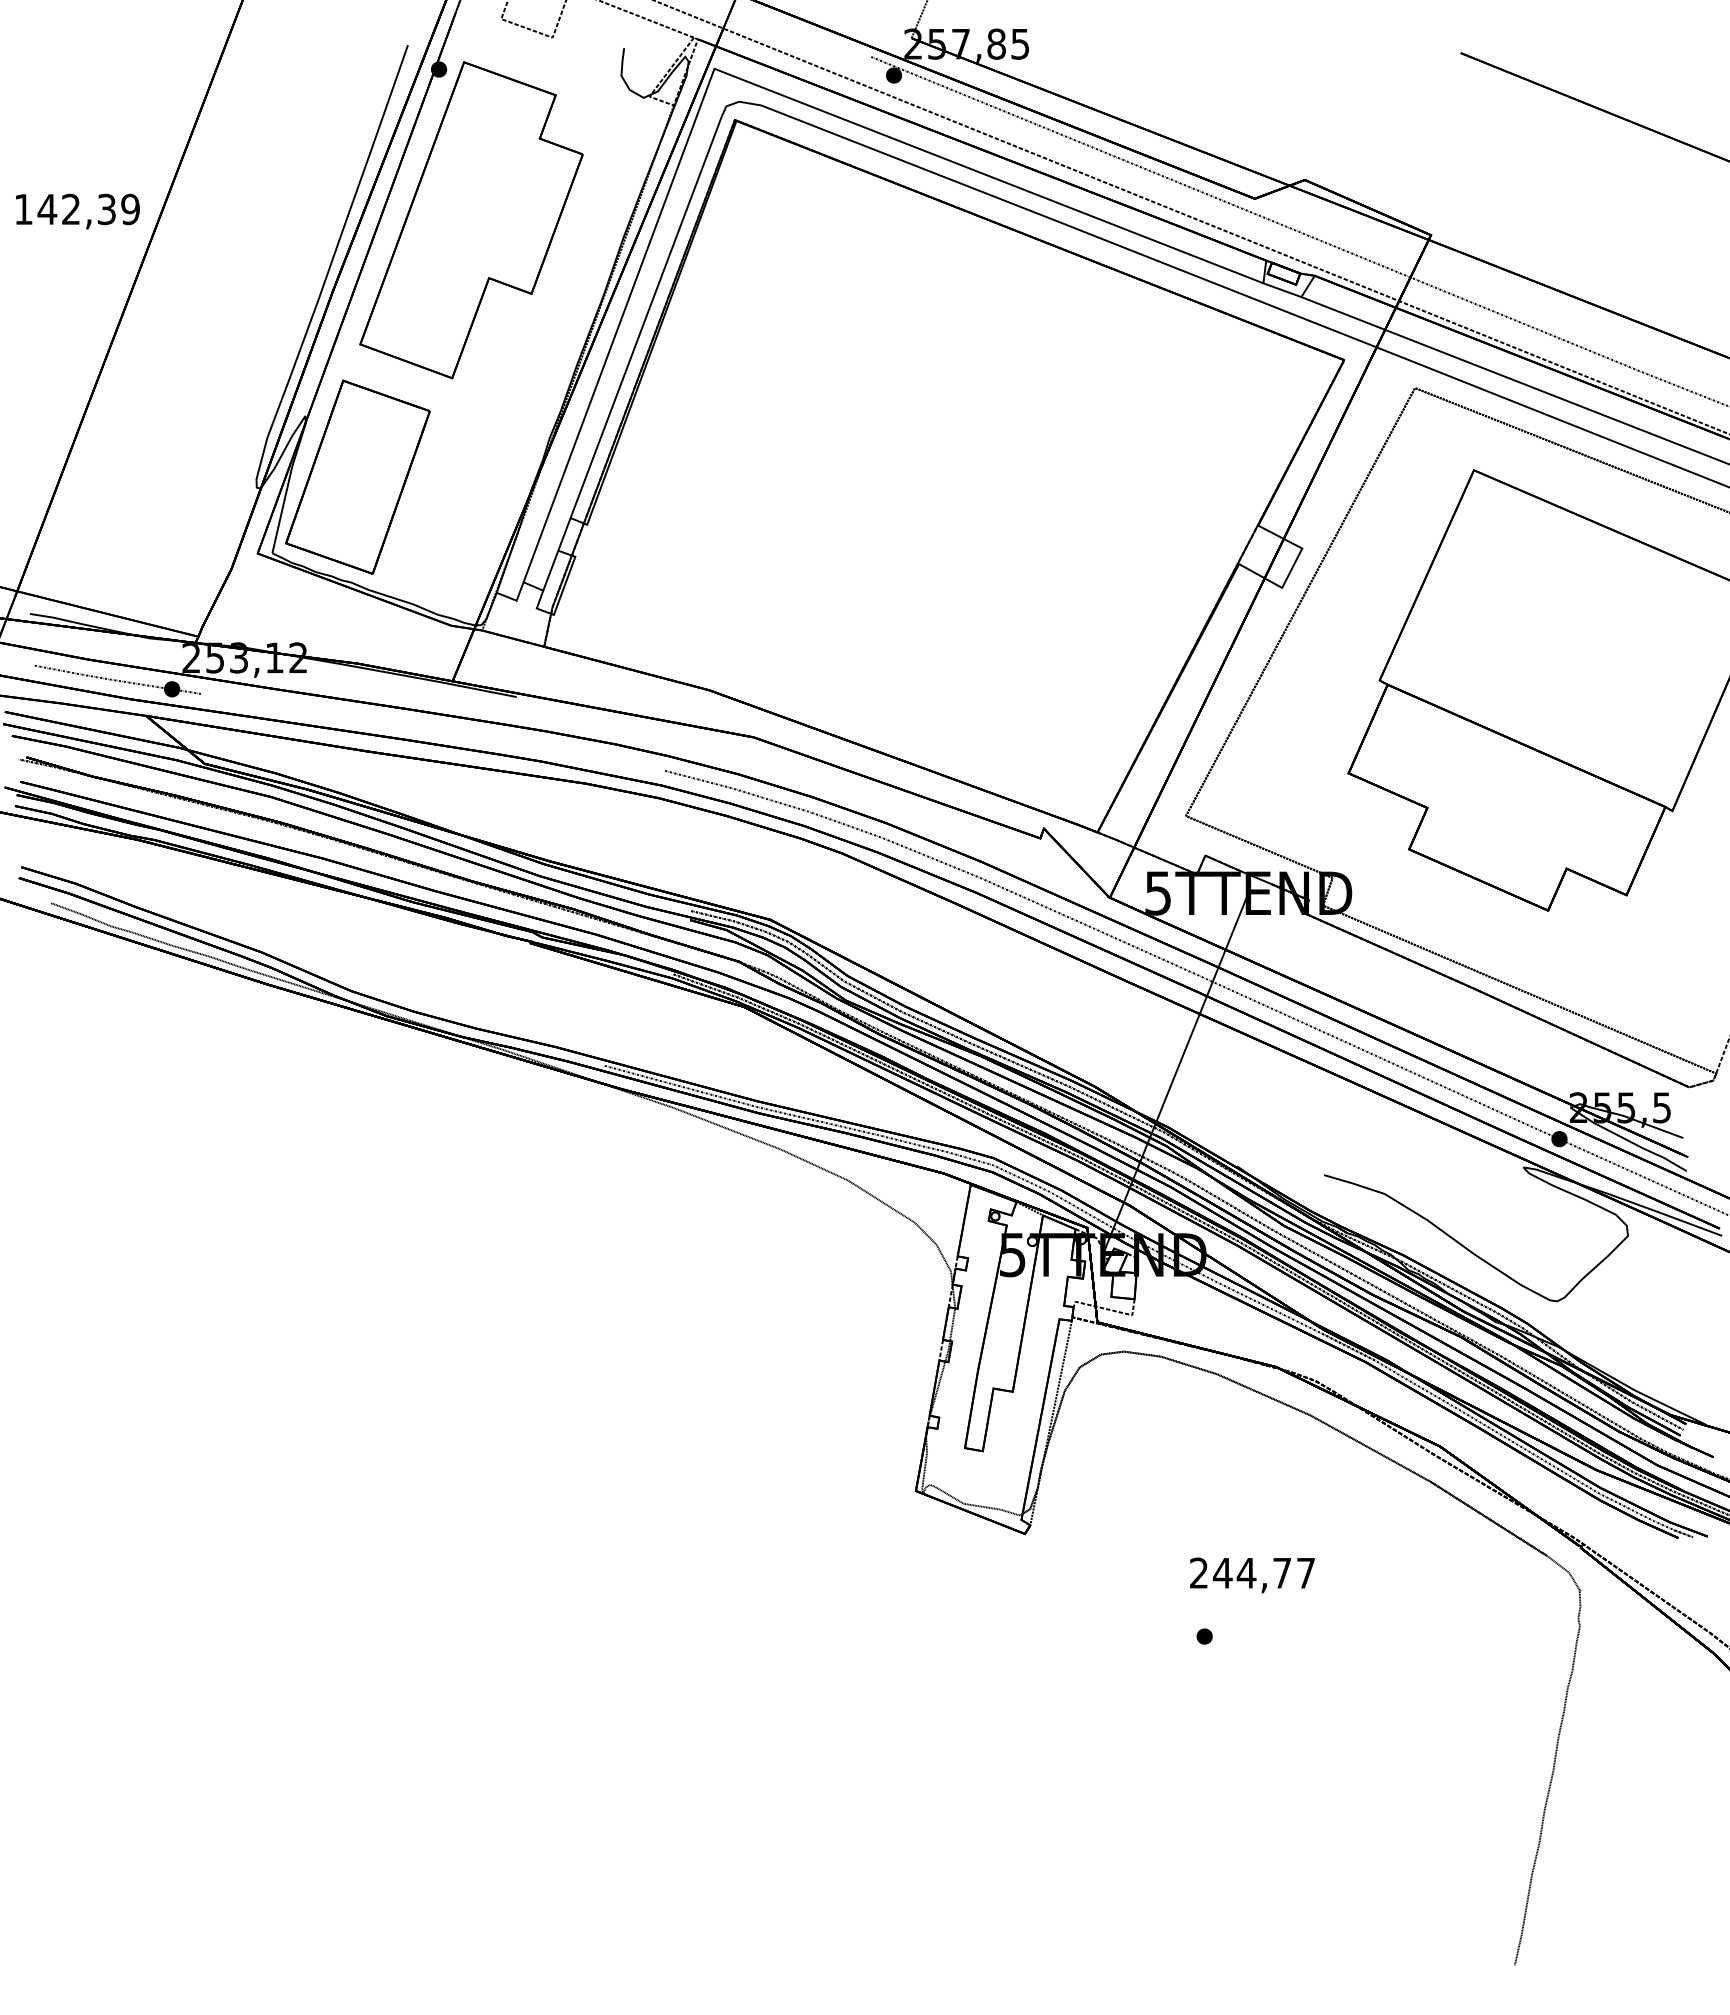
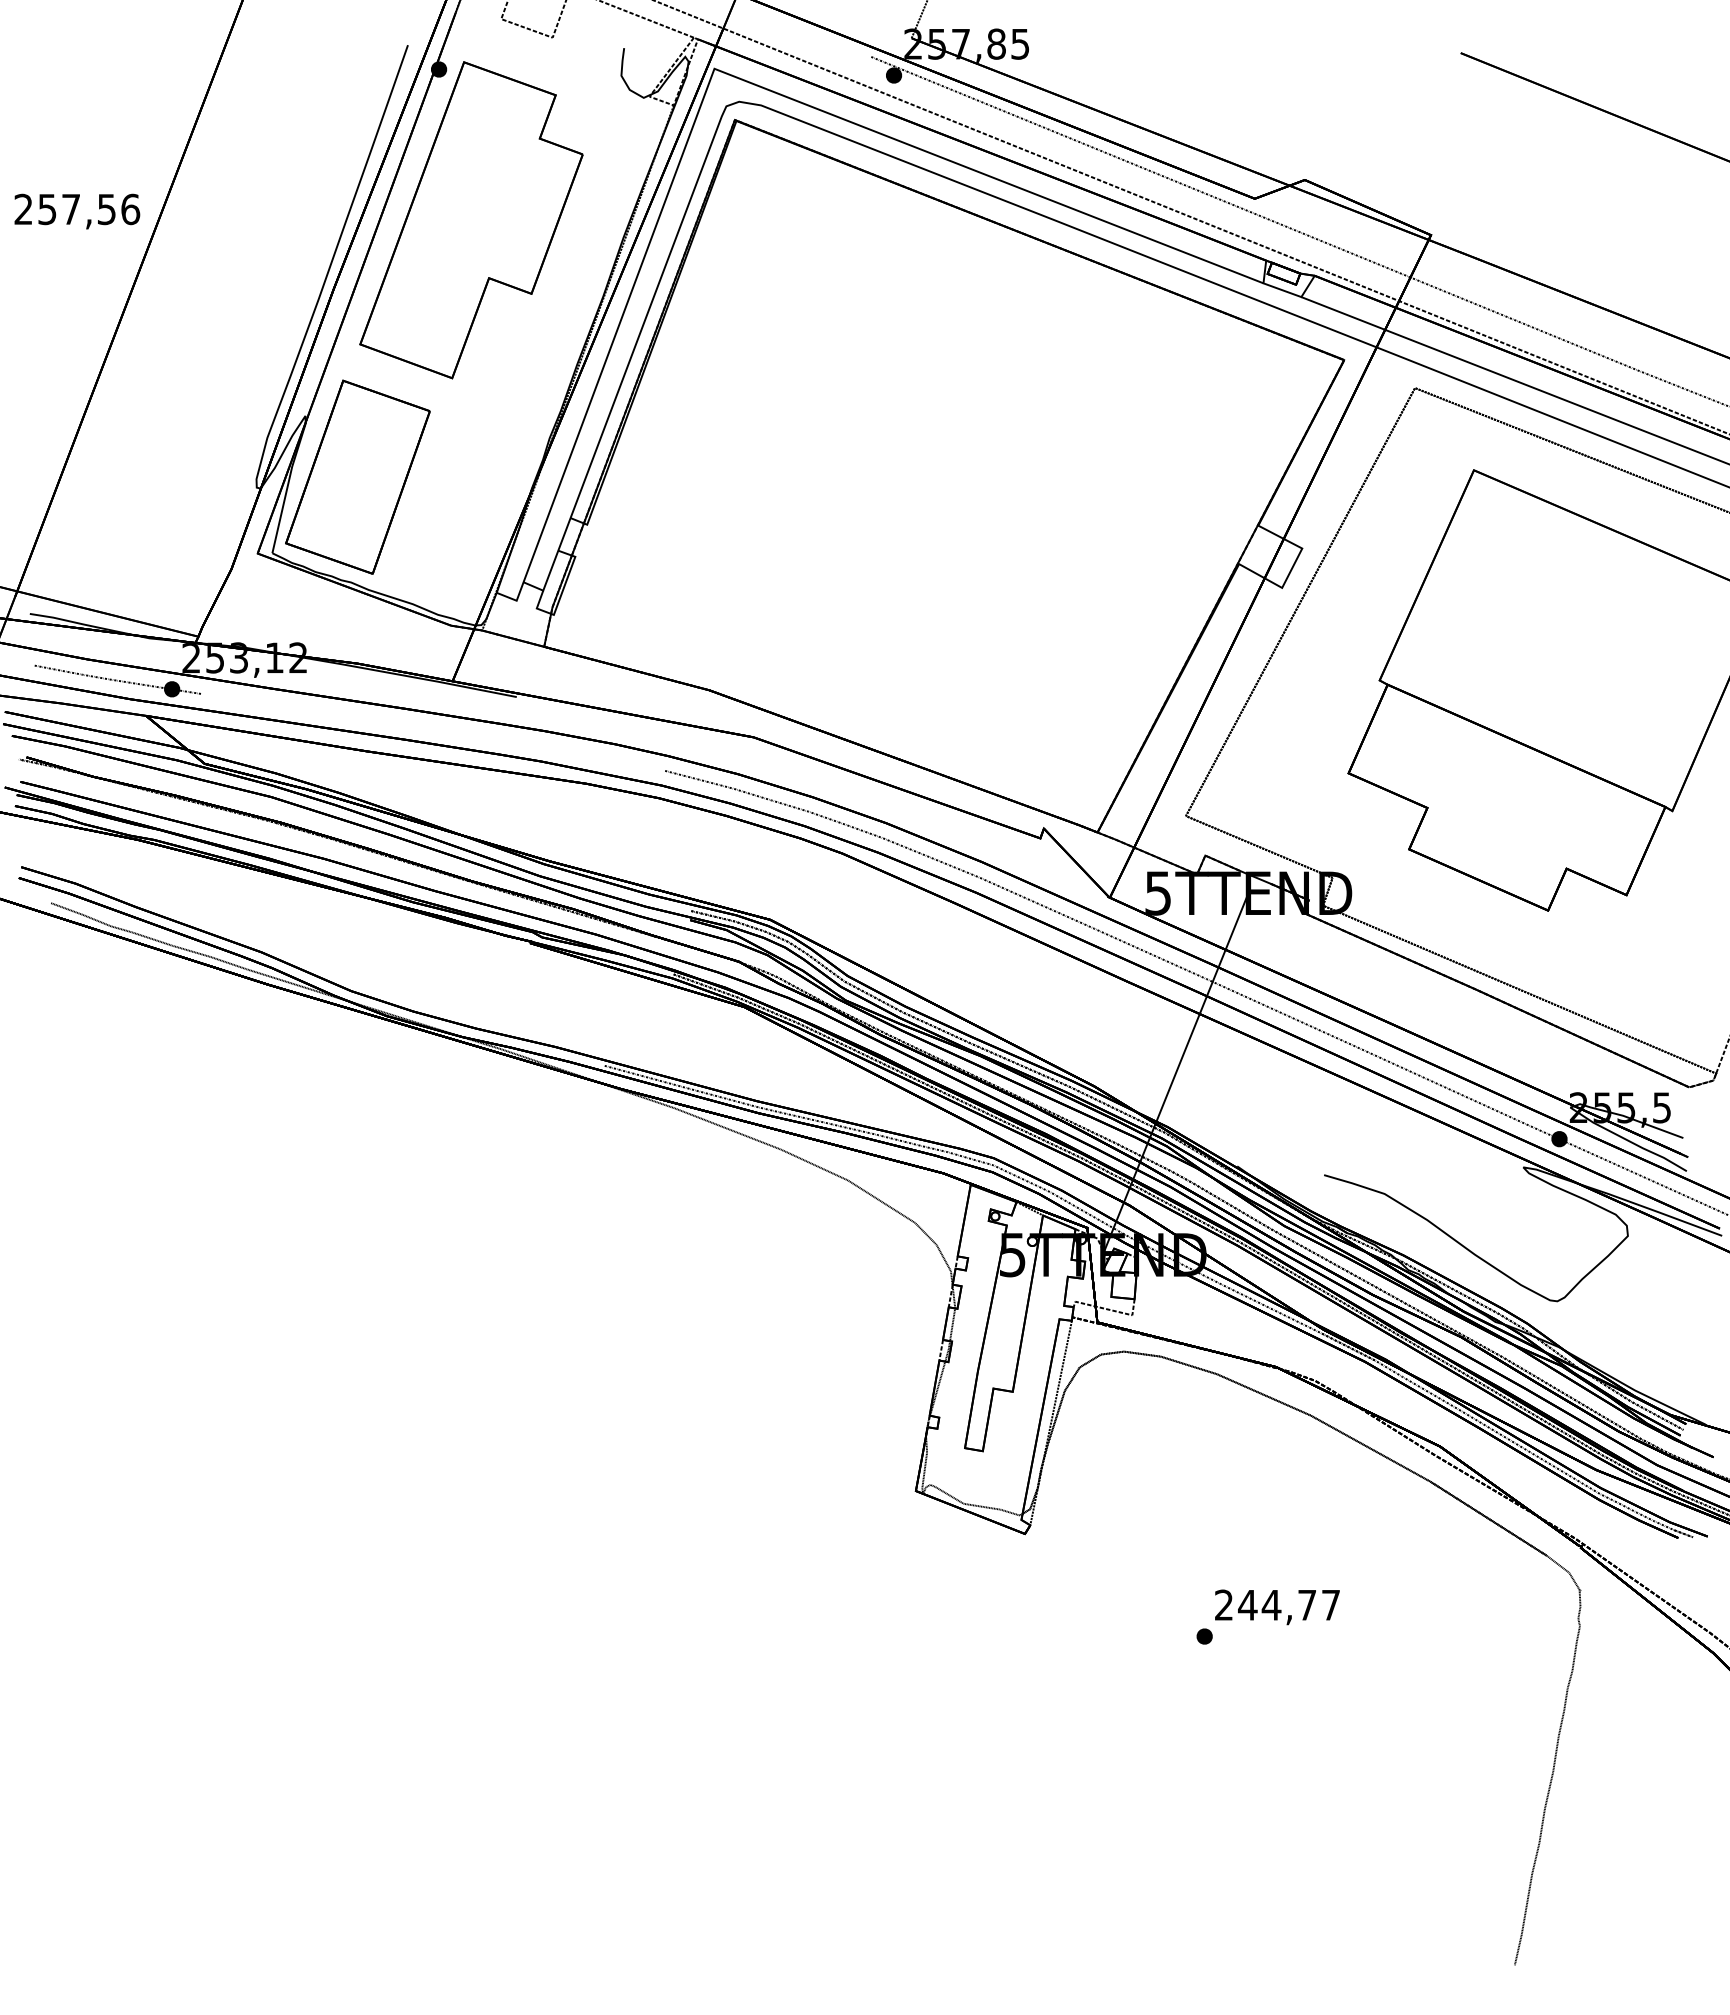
text at (77, 209): 142,39 -> 257,56
text at (1252, 1575) position: (1252, 1575) -> (1277, 1607)
